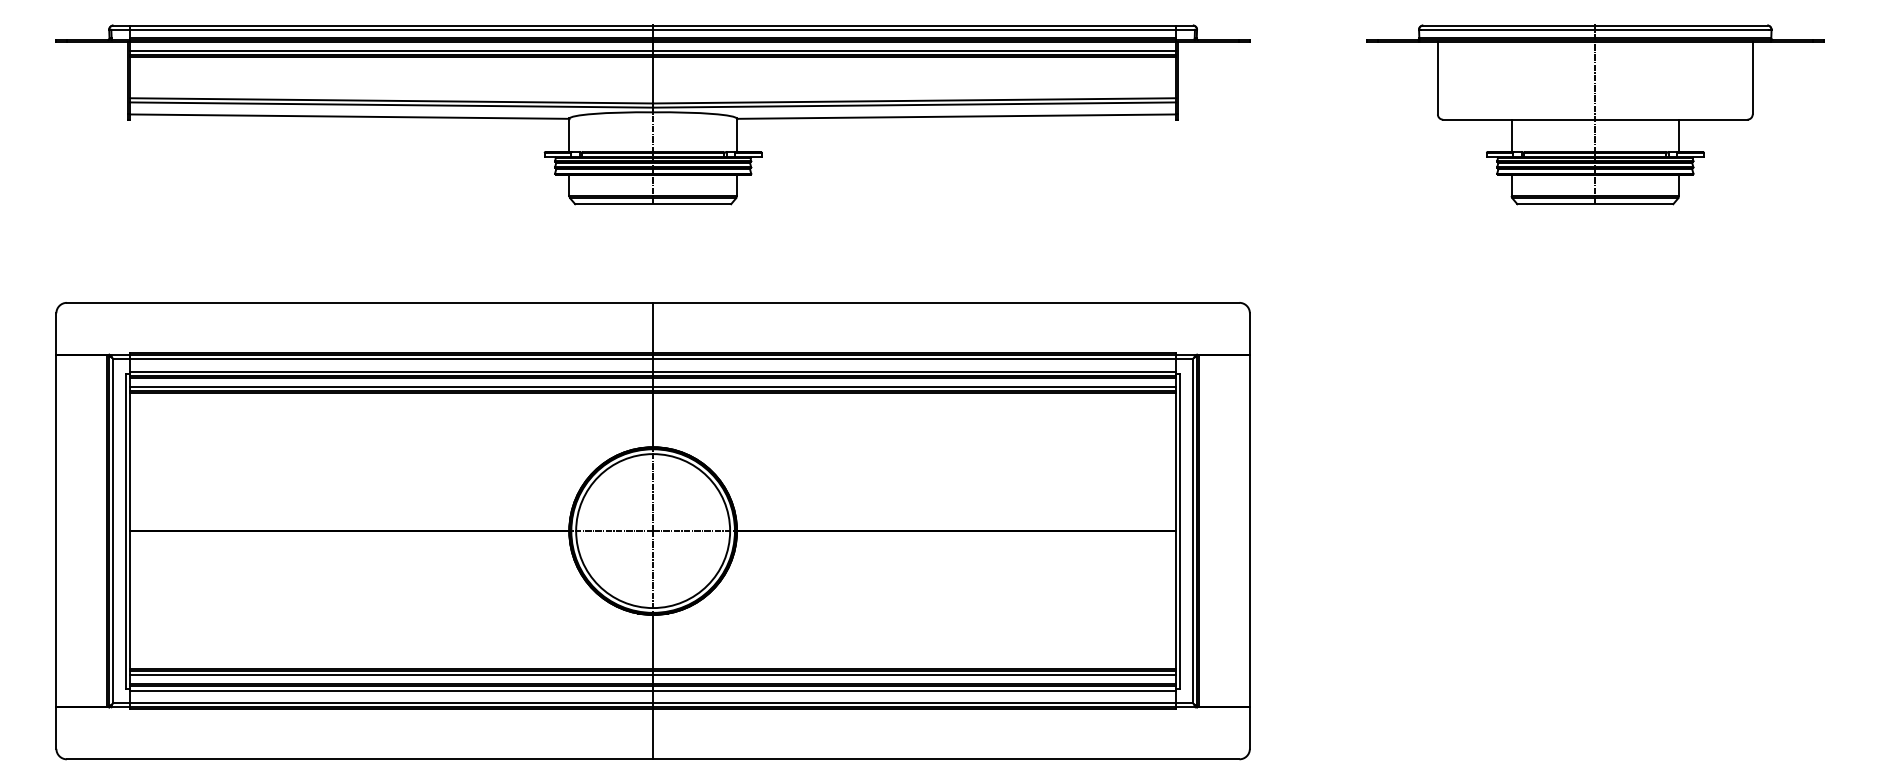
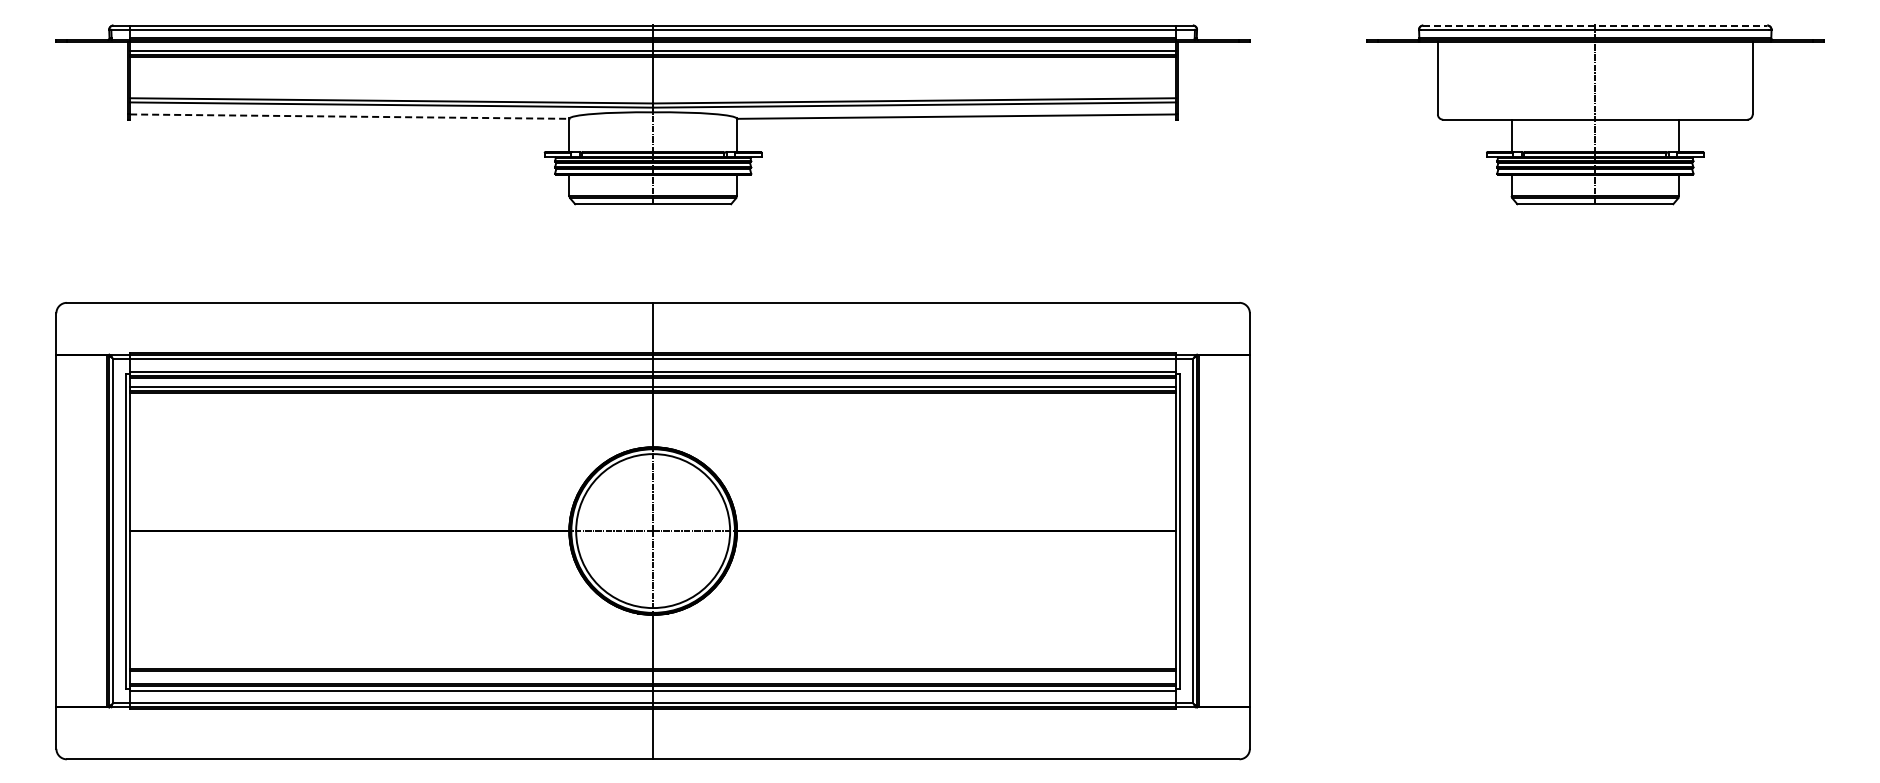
line at (1595, 25): solid -> dashed
line at (349, 116): solid -> dashed
line at (653, 674): present -> none
